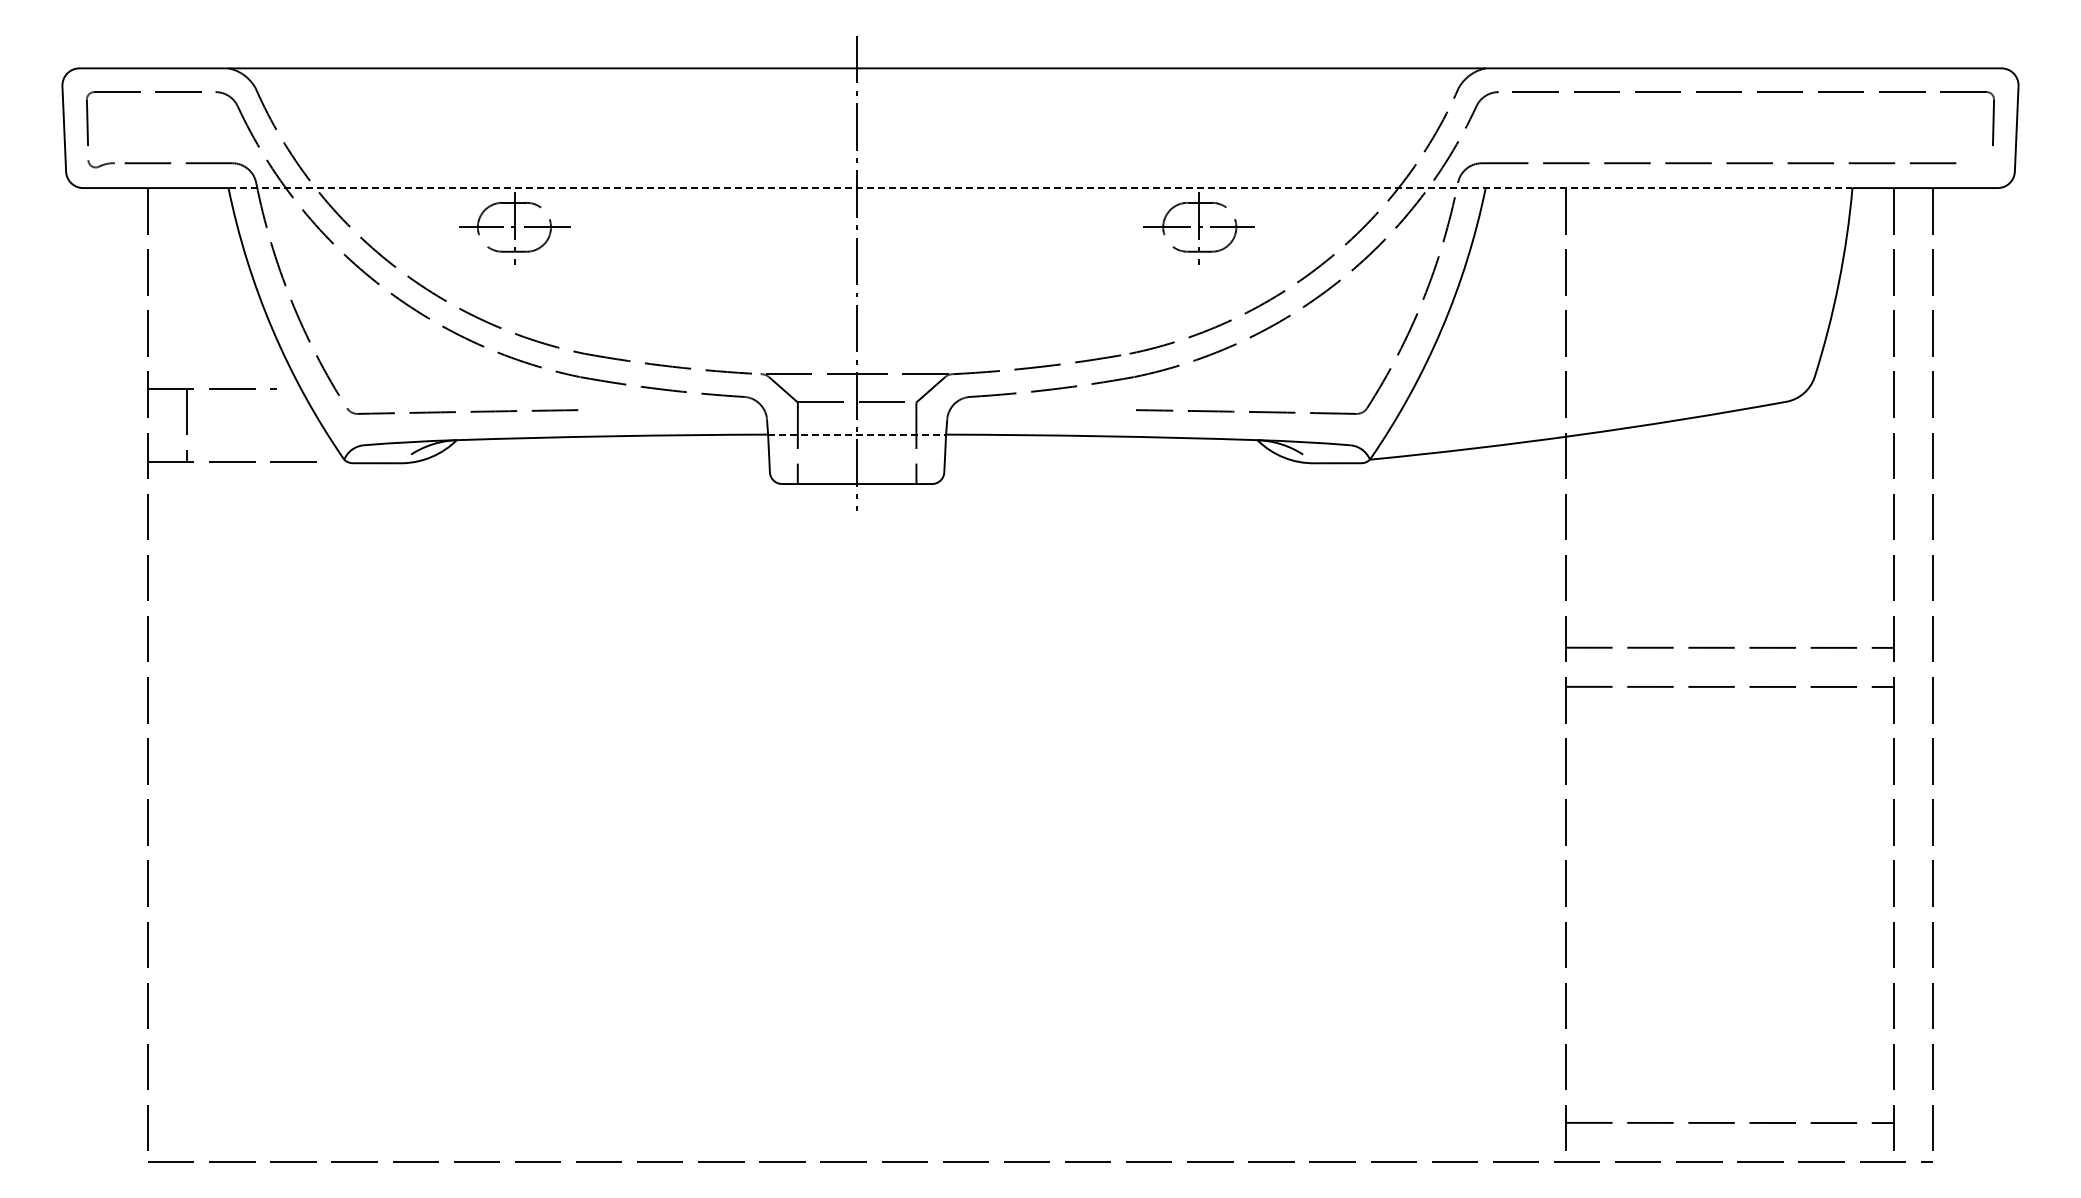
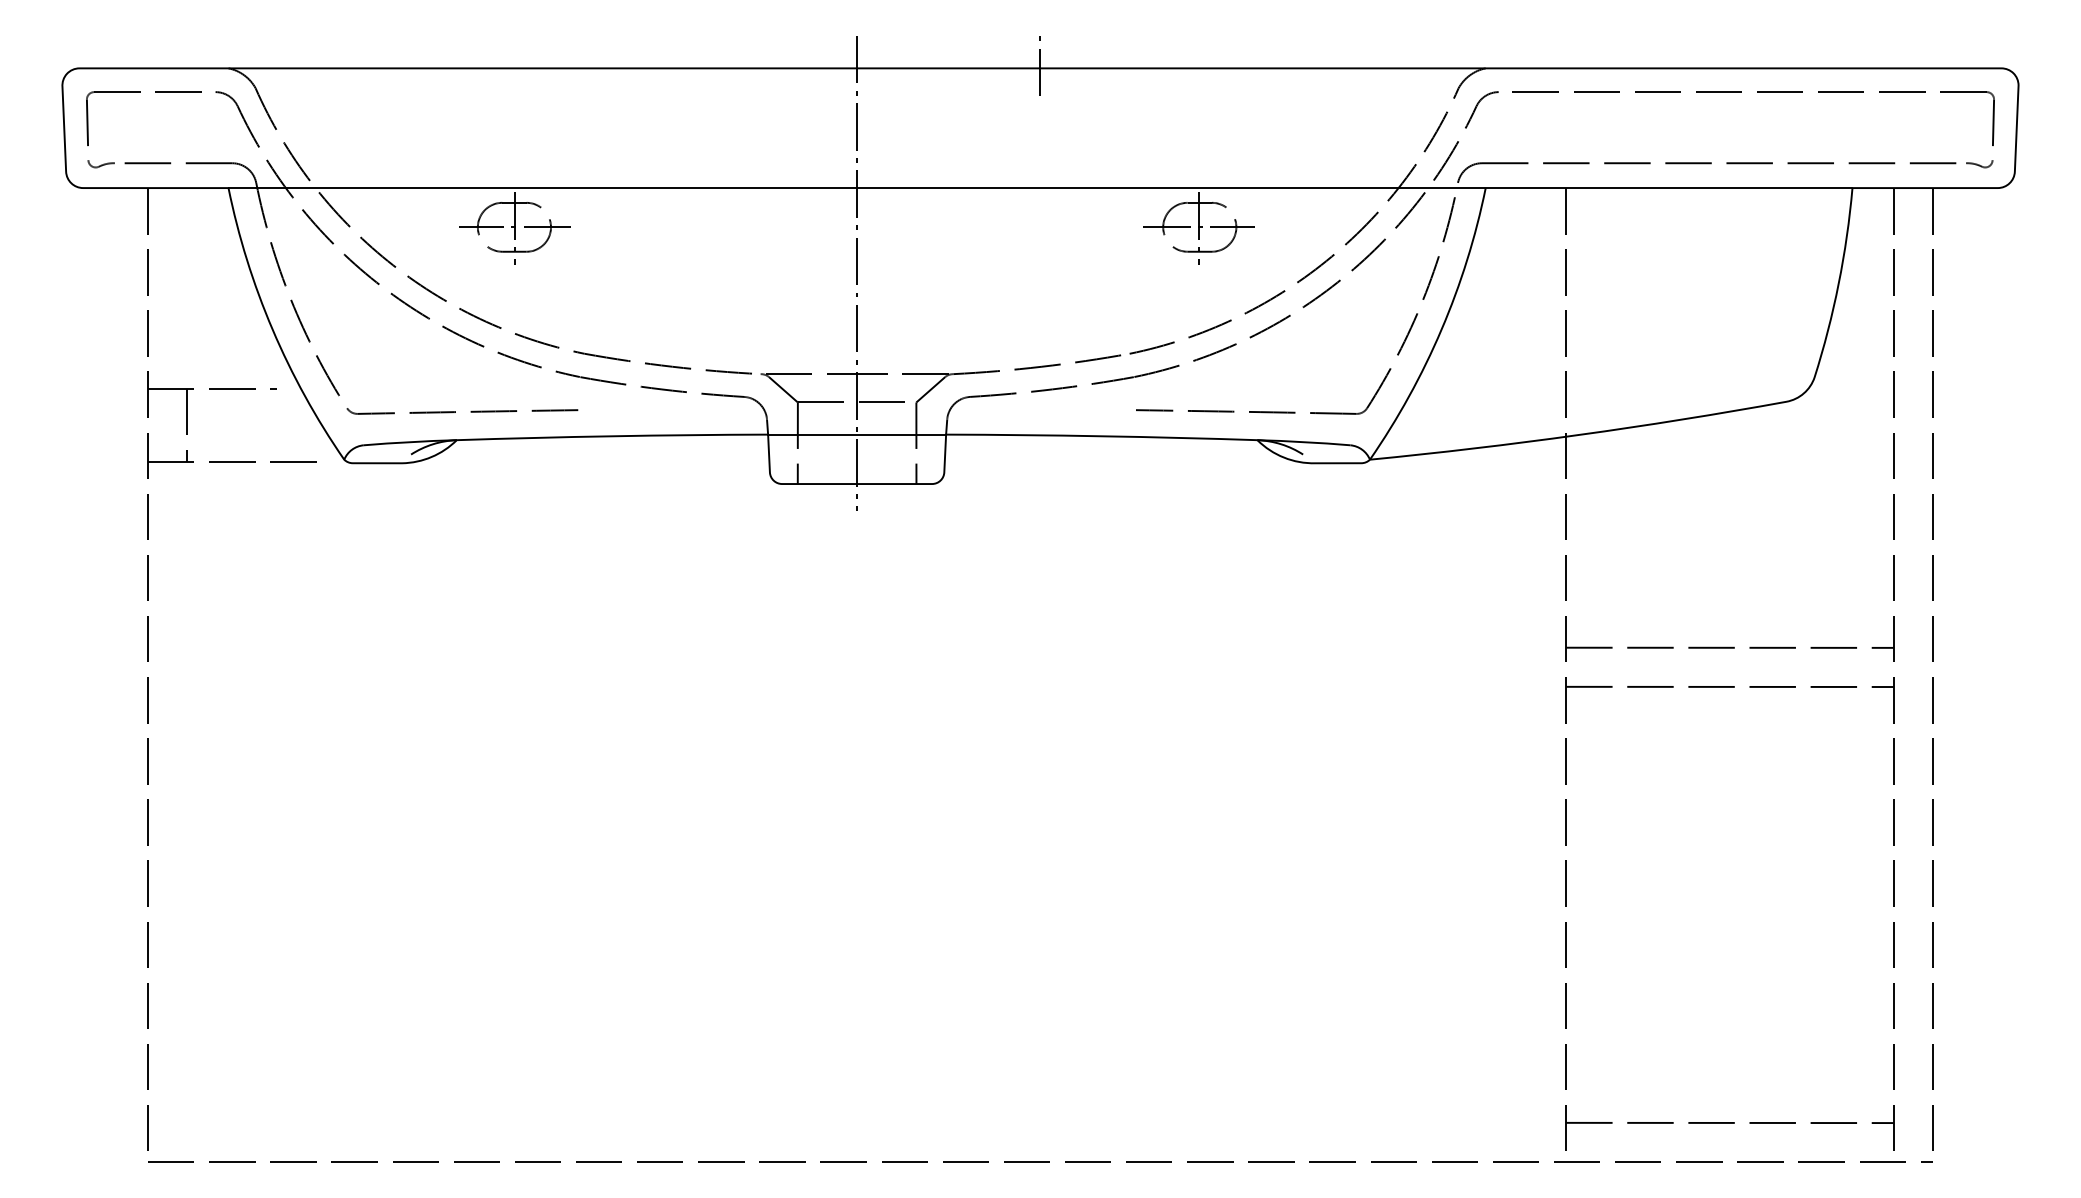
line at (1040, 65): none -> present
part at (1979, 164): none -> present
line at (1040, 188): dashed -> solid
line at (857, 434): dashed -> solid
